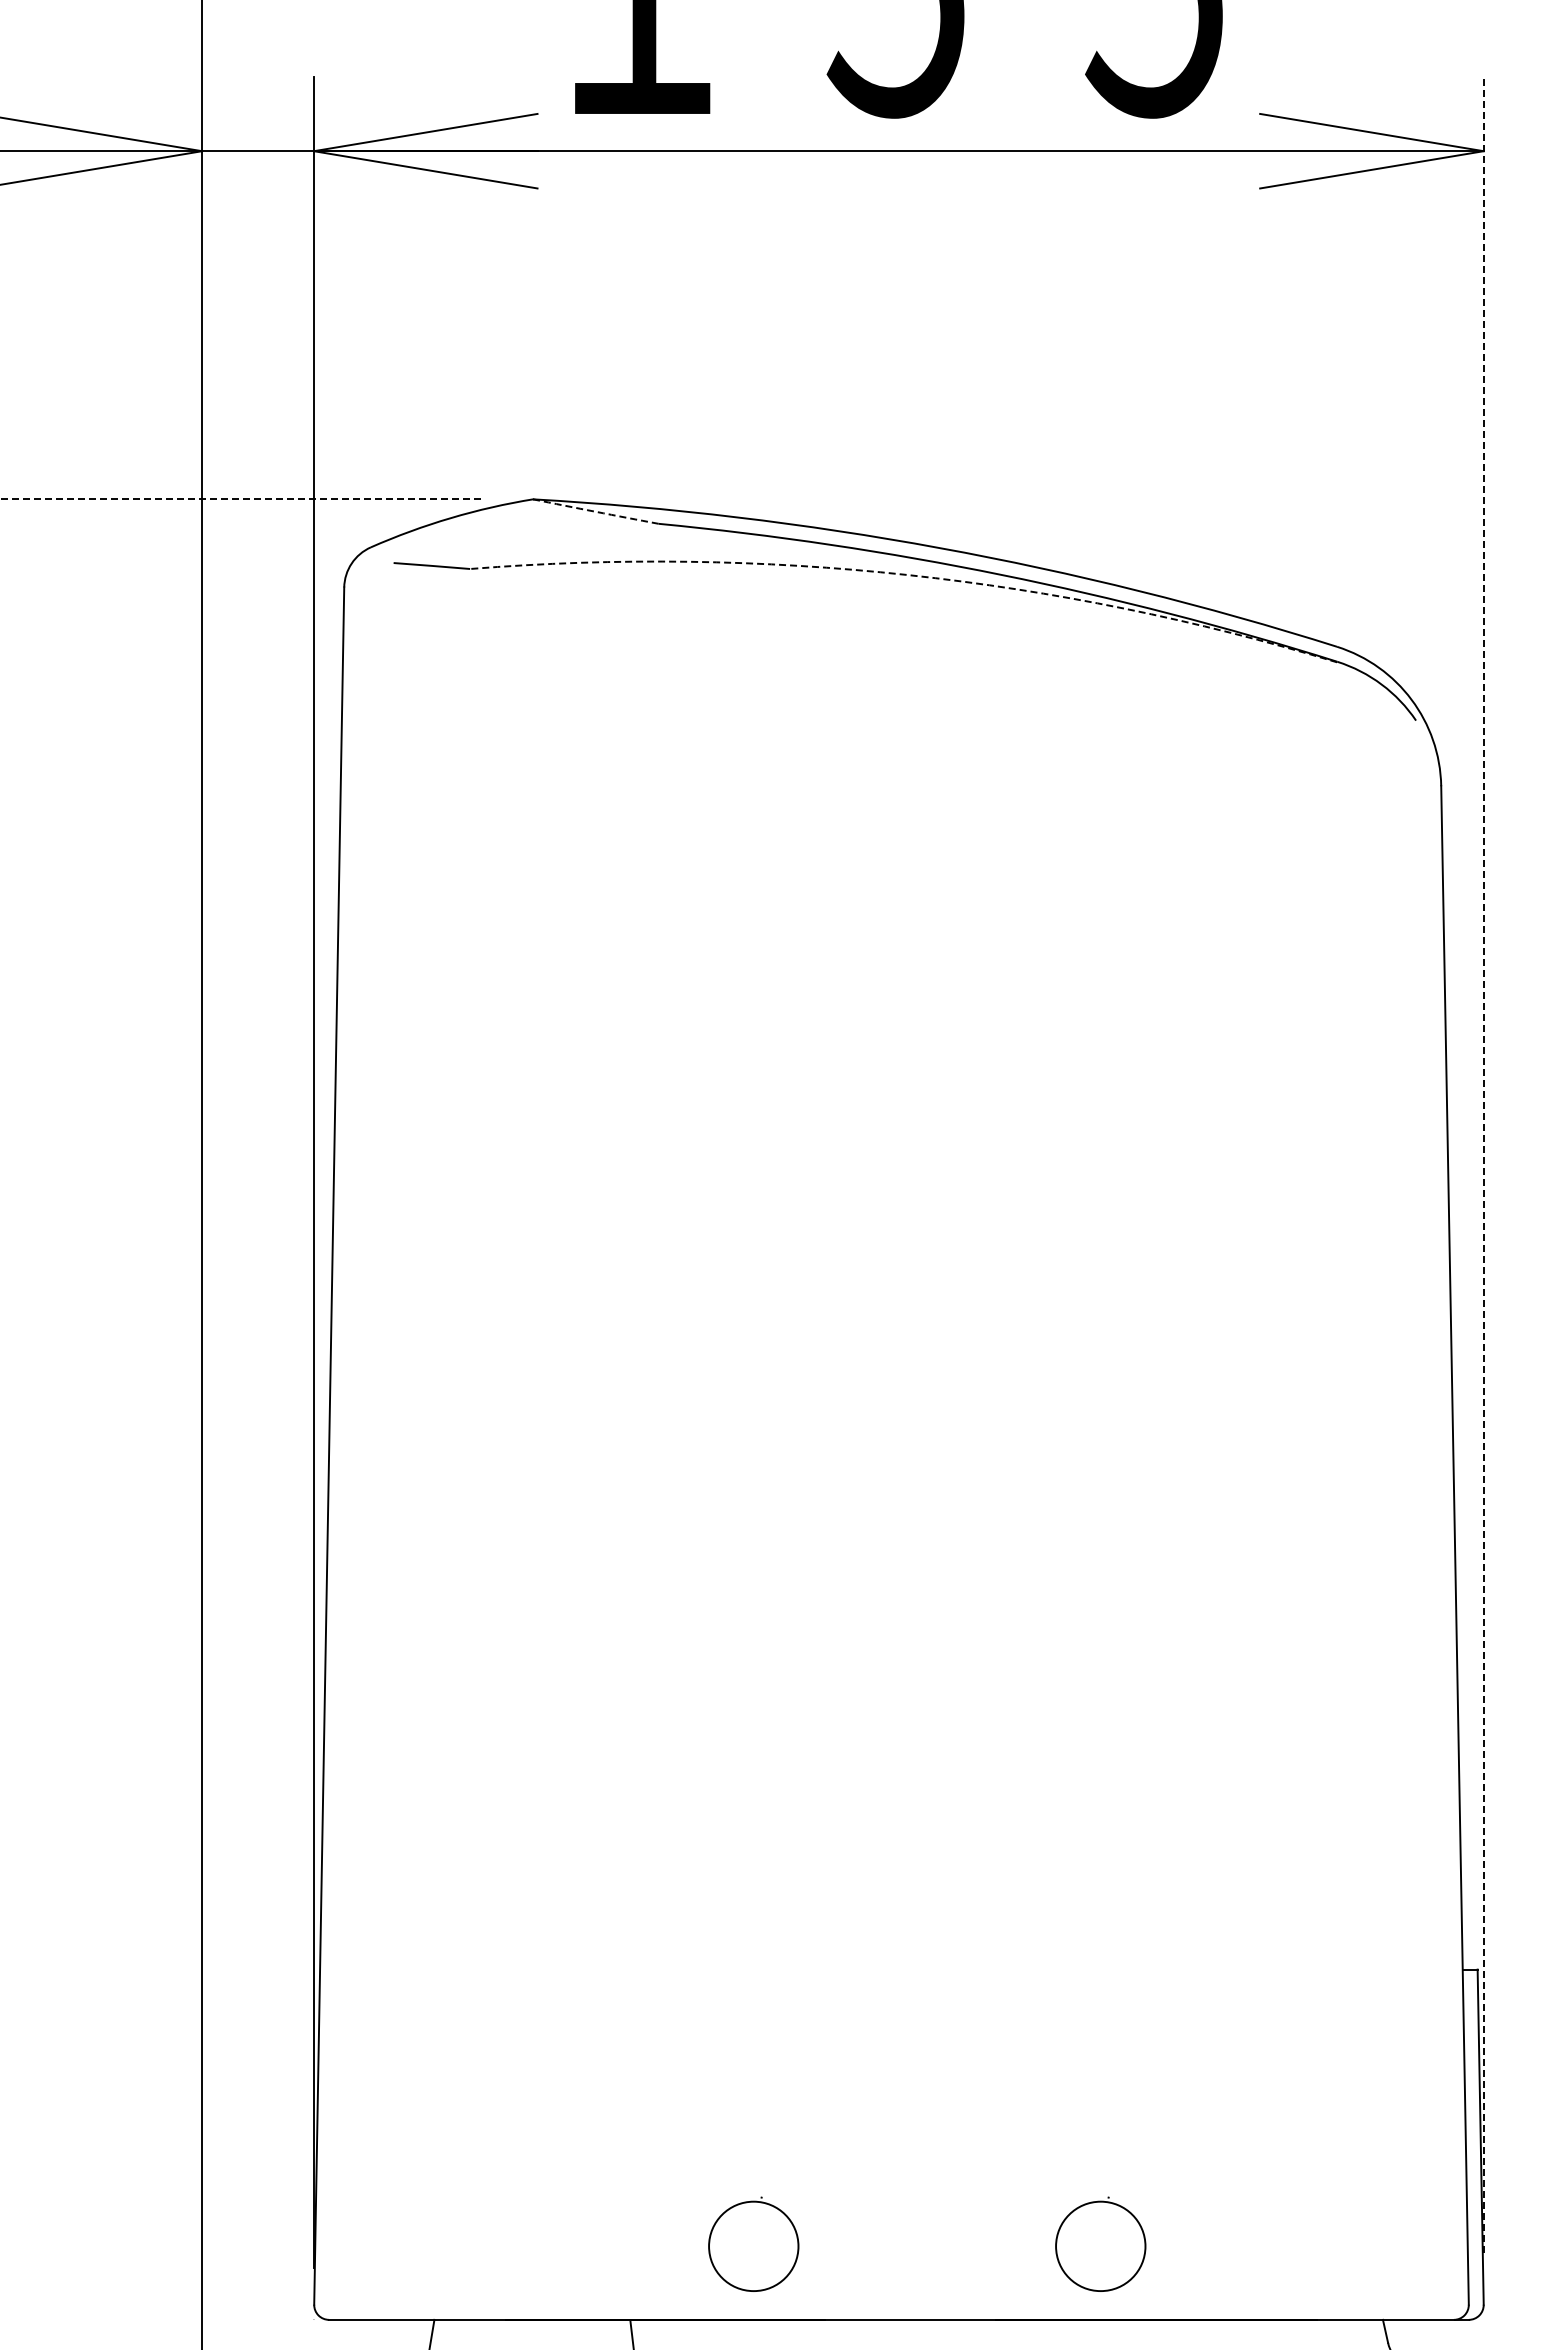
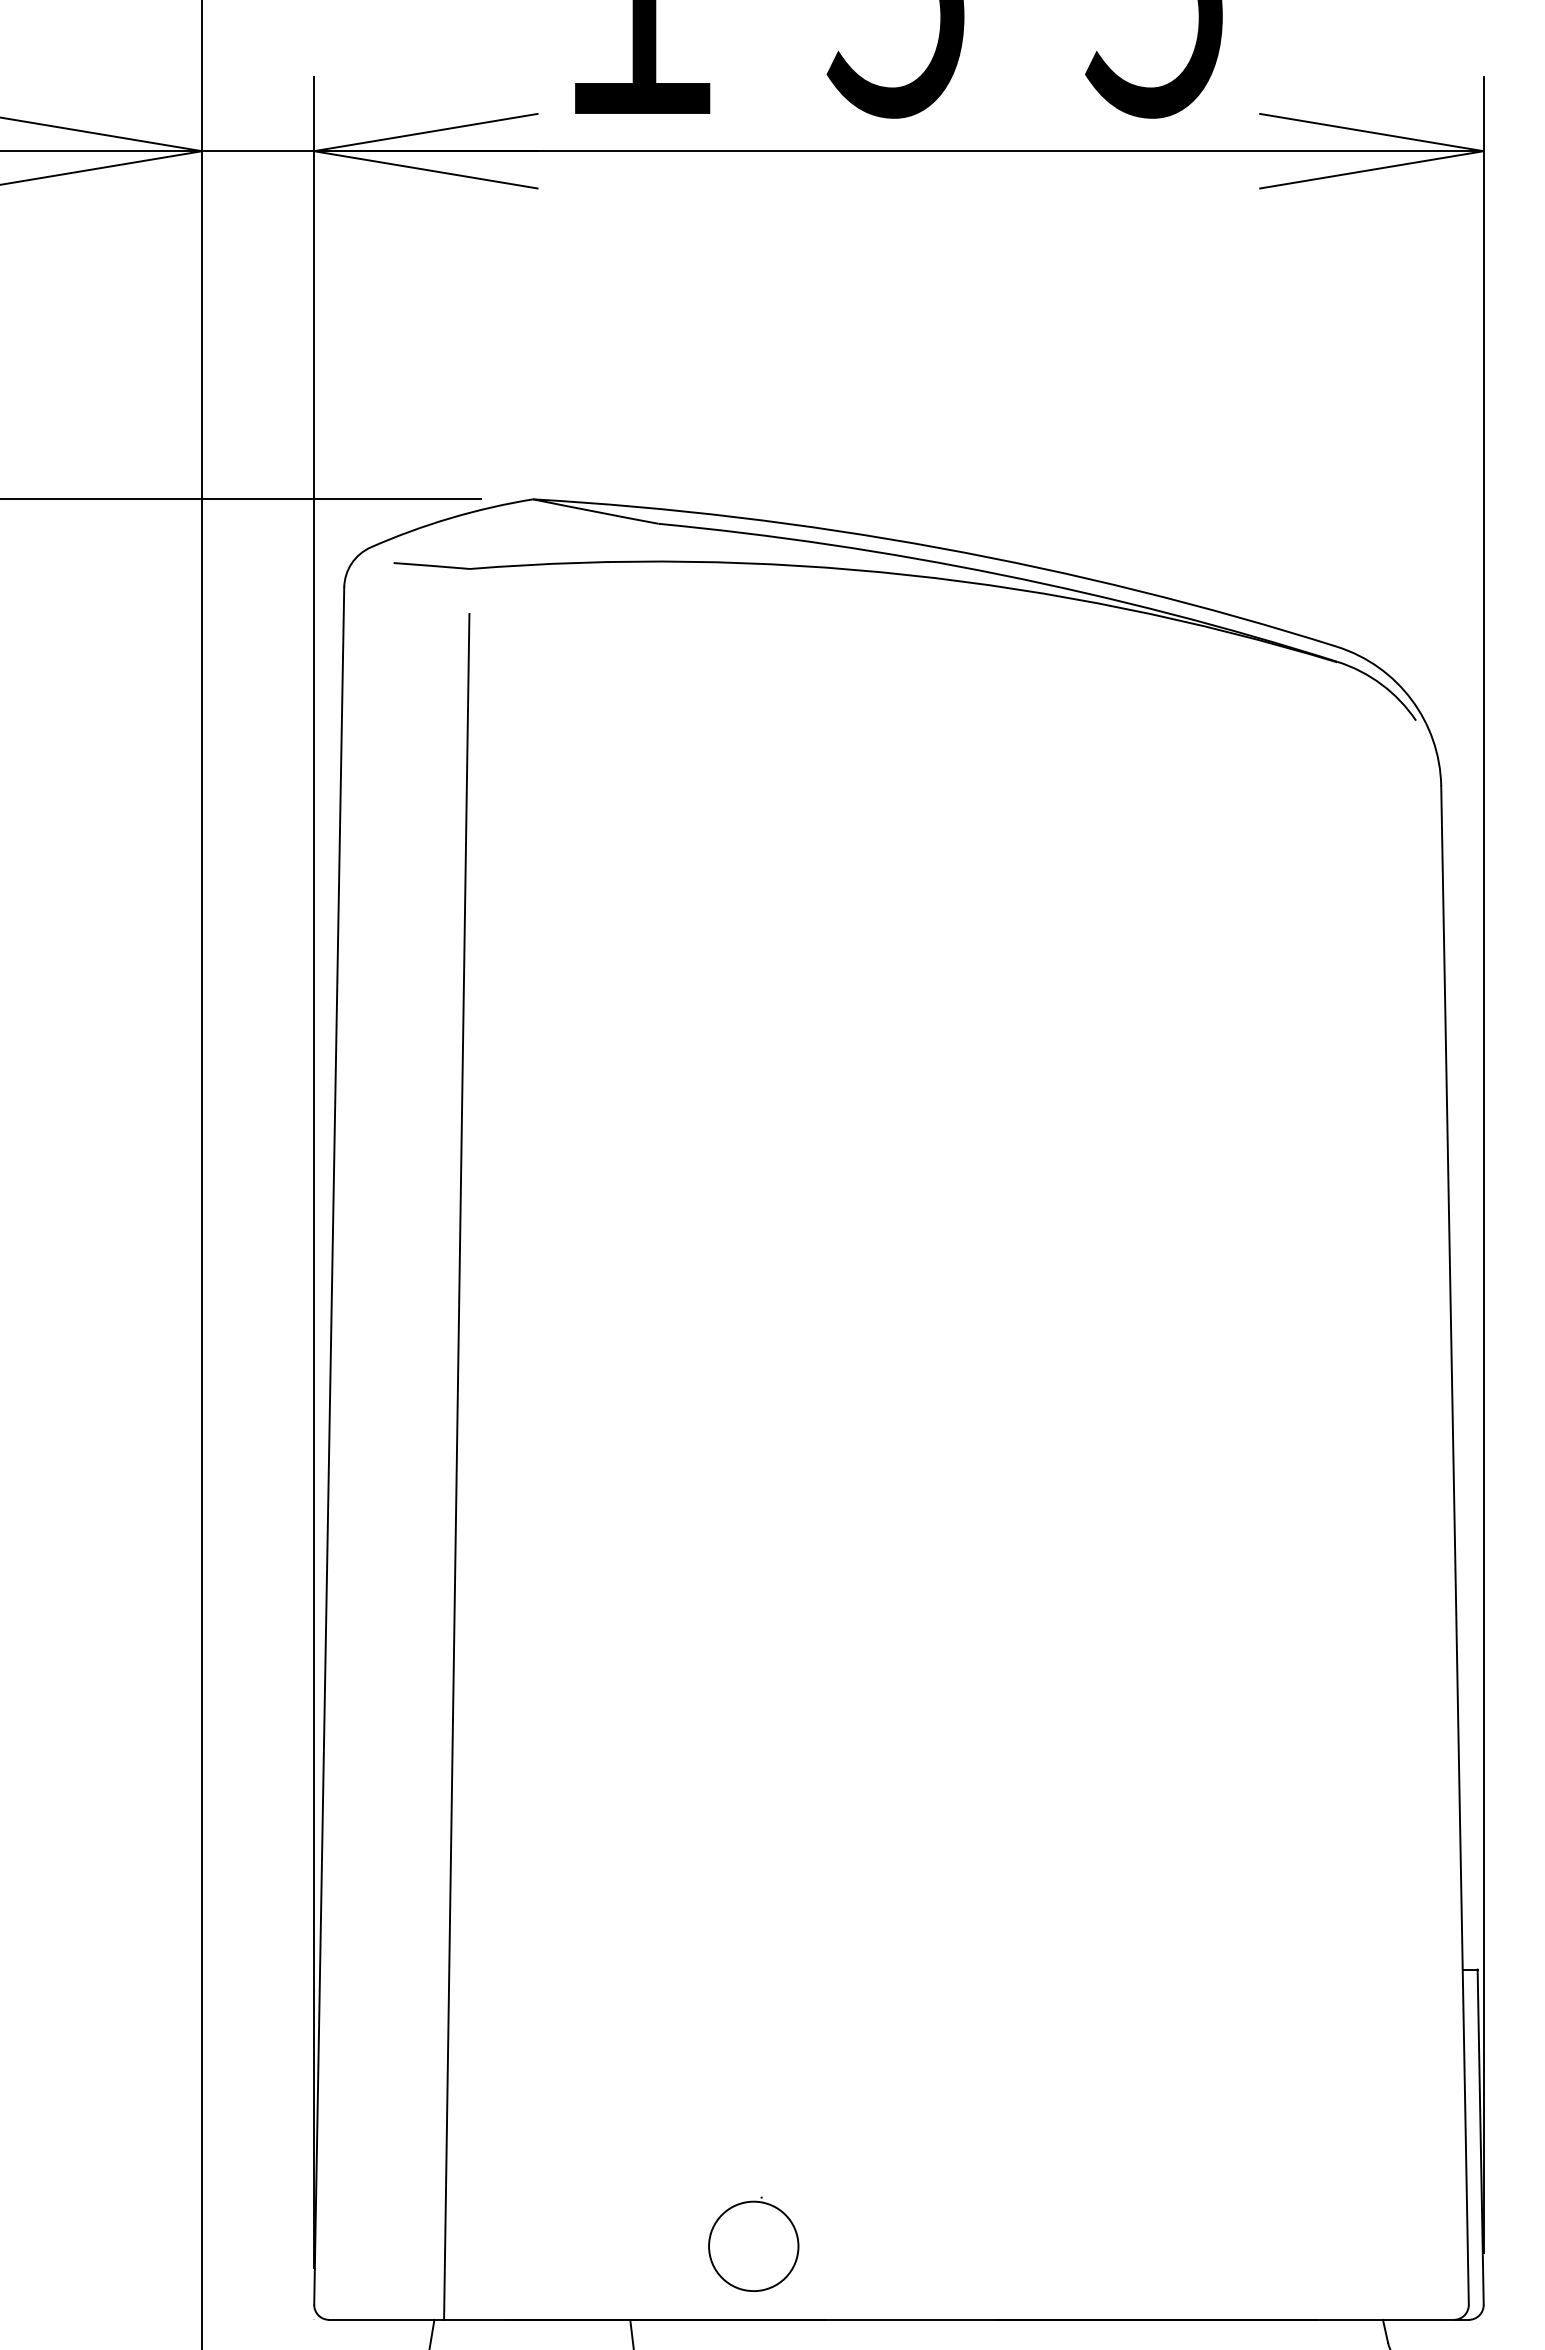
line at (240, 499): dashed -> solid
arc at (595, 511): dashed -> solid
arc at (908, 575): dashed -> solid
line at (1483, 1164): dashed -> solid
line at (456, 1466): none -> present
part at (1100, 2243): present -> none
